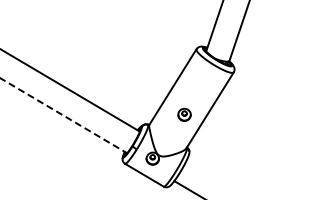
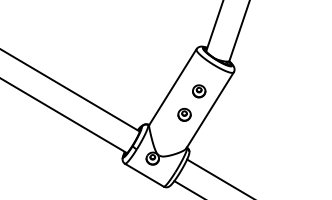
part at (199, 91): none -> present
line at (64, 116): dashed -> solid
line at (218, 177): none -> present
